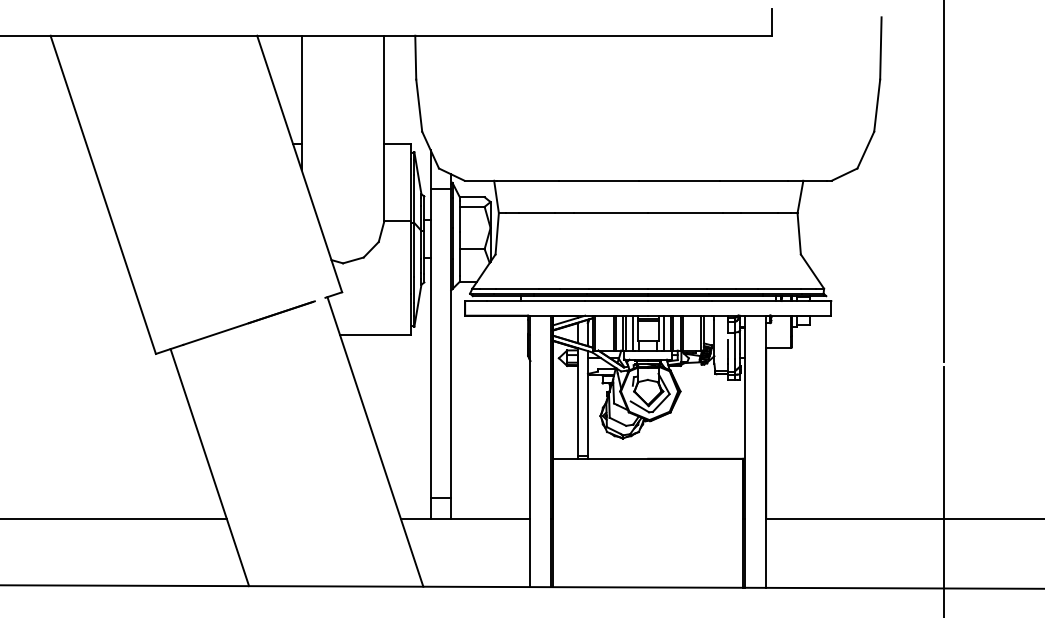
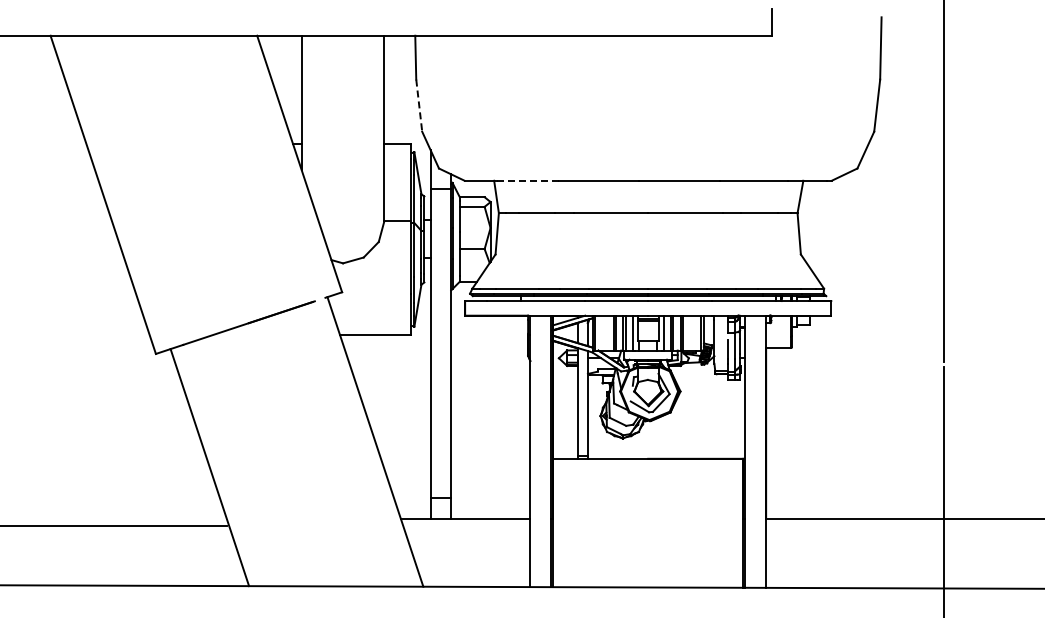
line at (419, 106): solid -> dashed
line at (528, 180): solid -> dashed
line at (114, 518) position: (114, 518) -> (114, 525)
